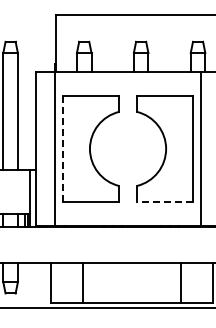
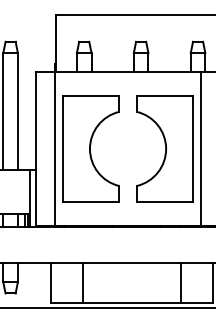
line at (63, 148): dashed -> solid
line at (164, 201): dashed -> solid
